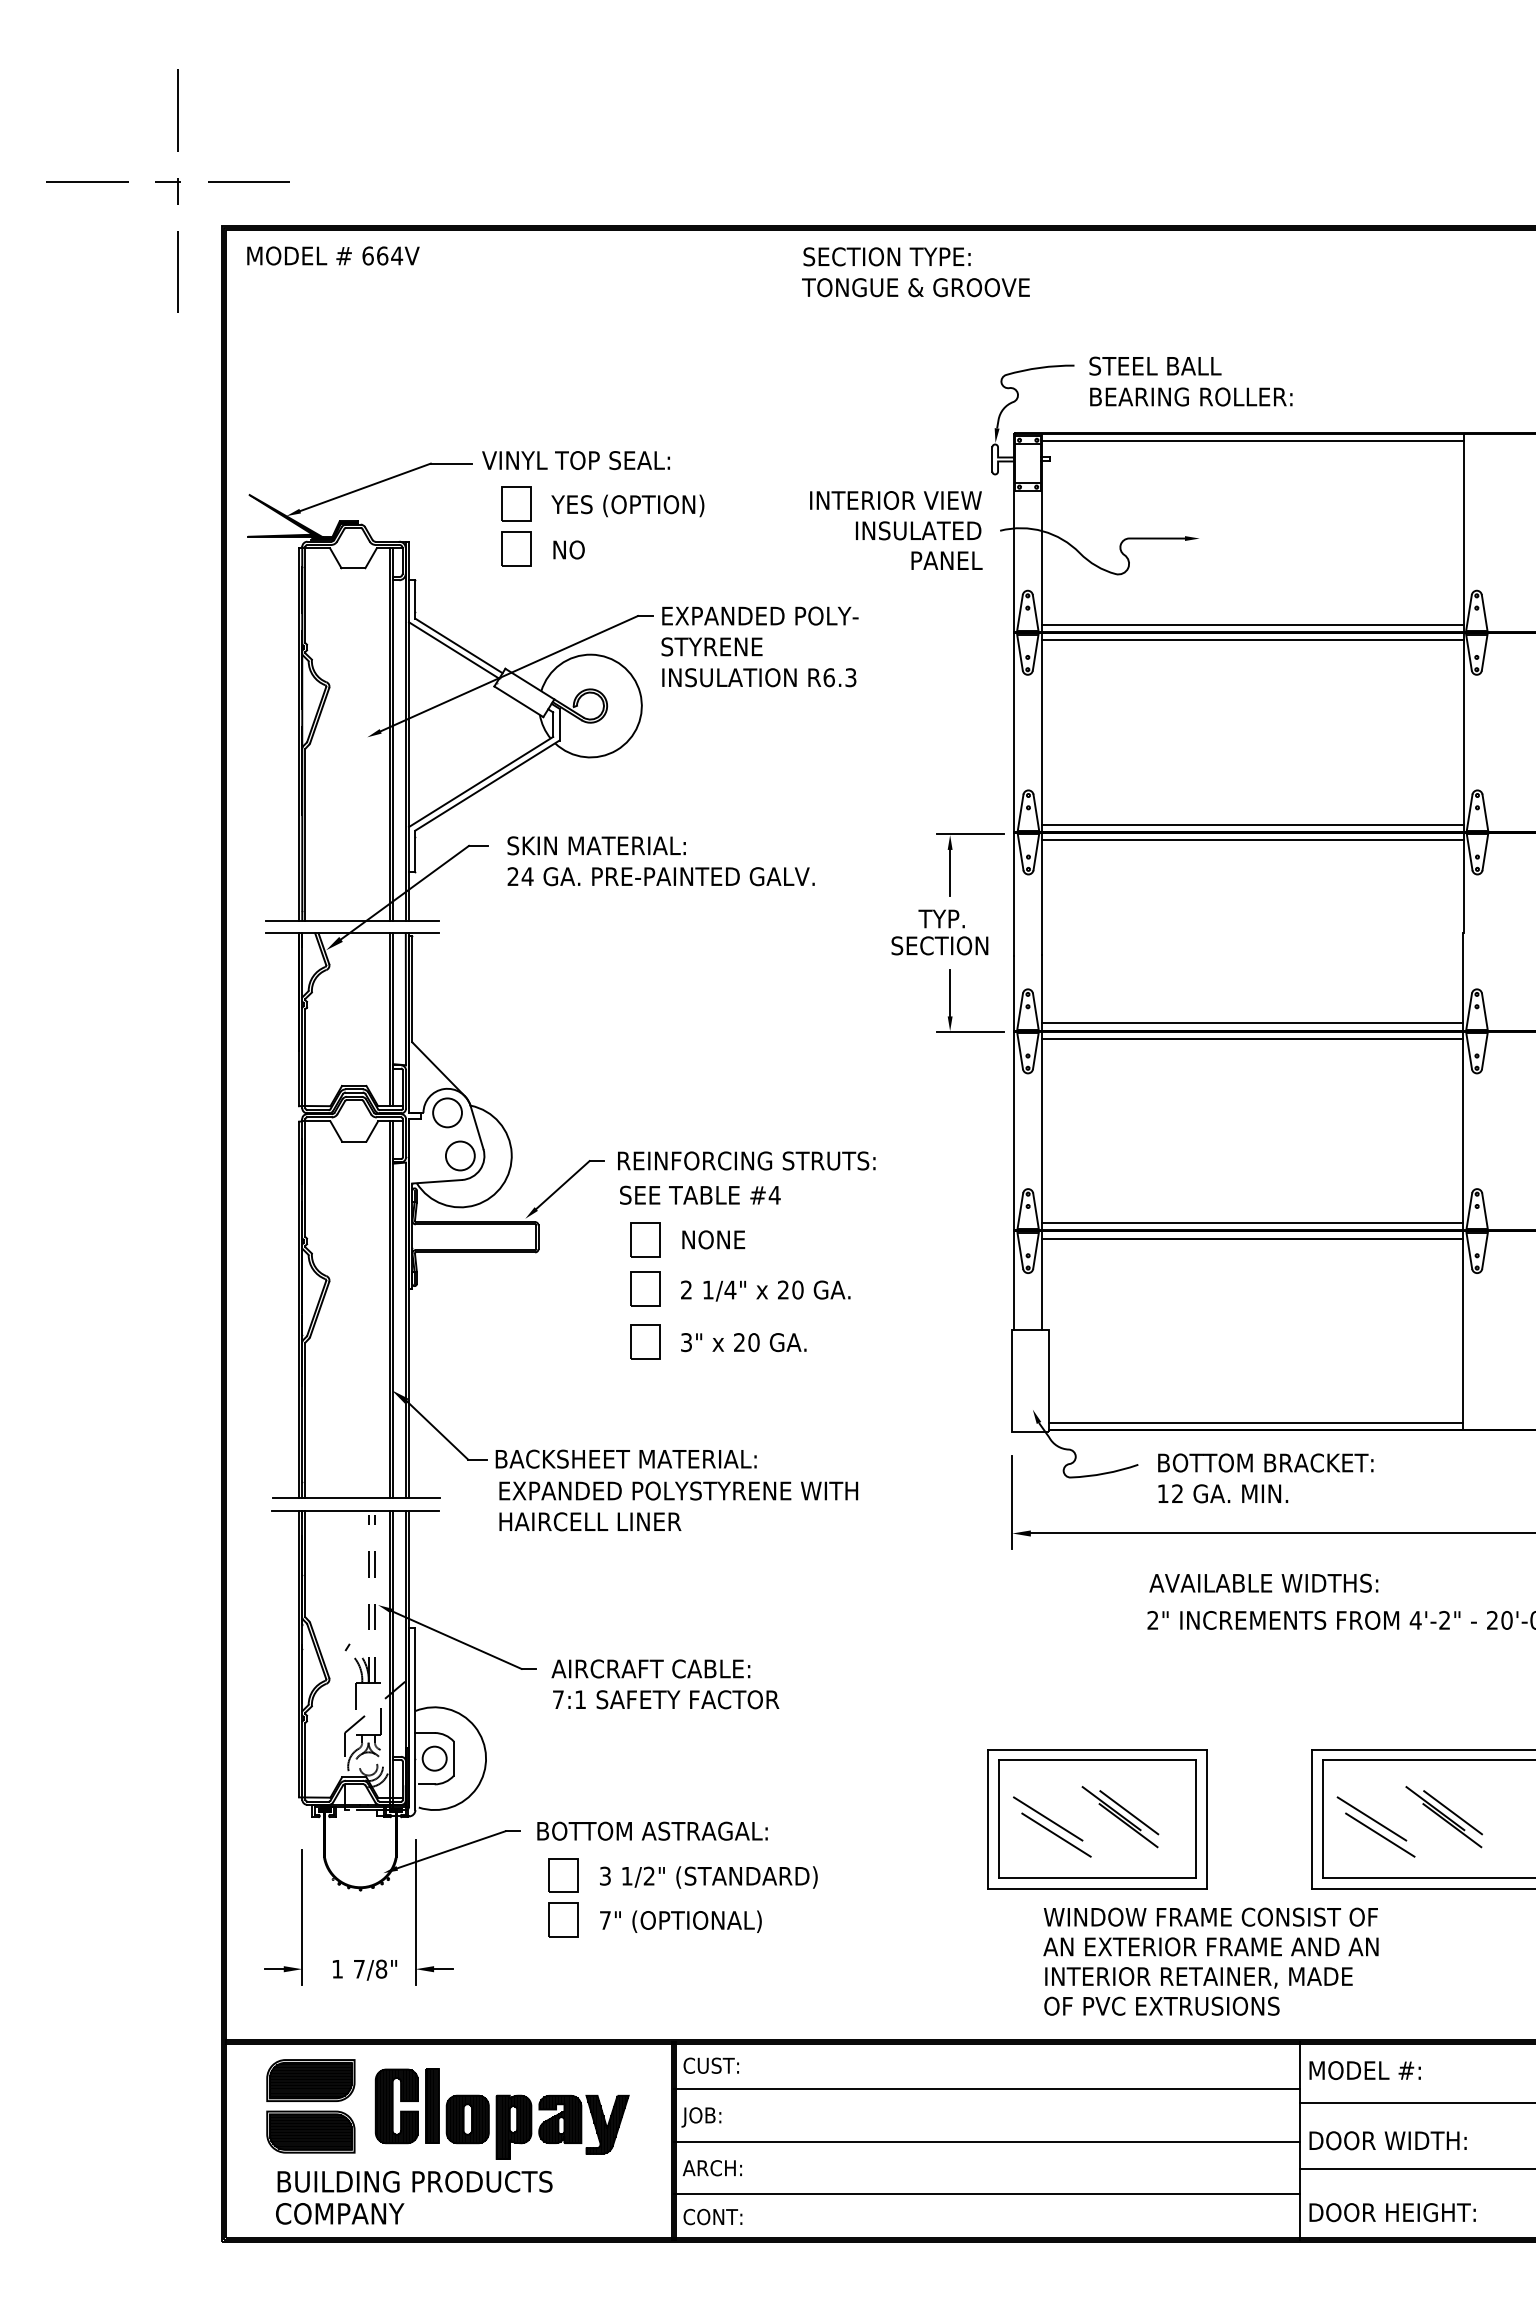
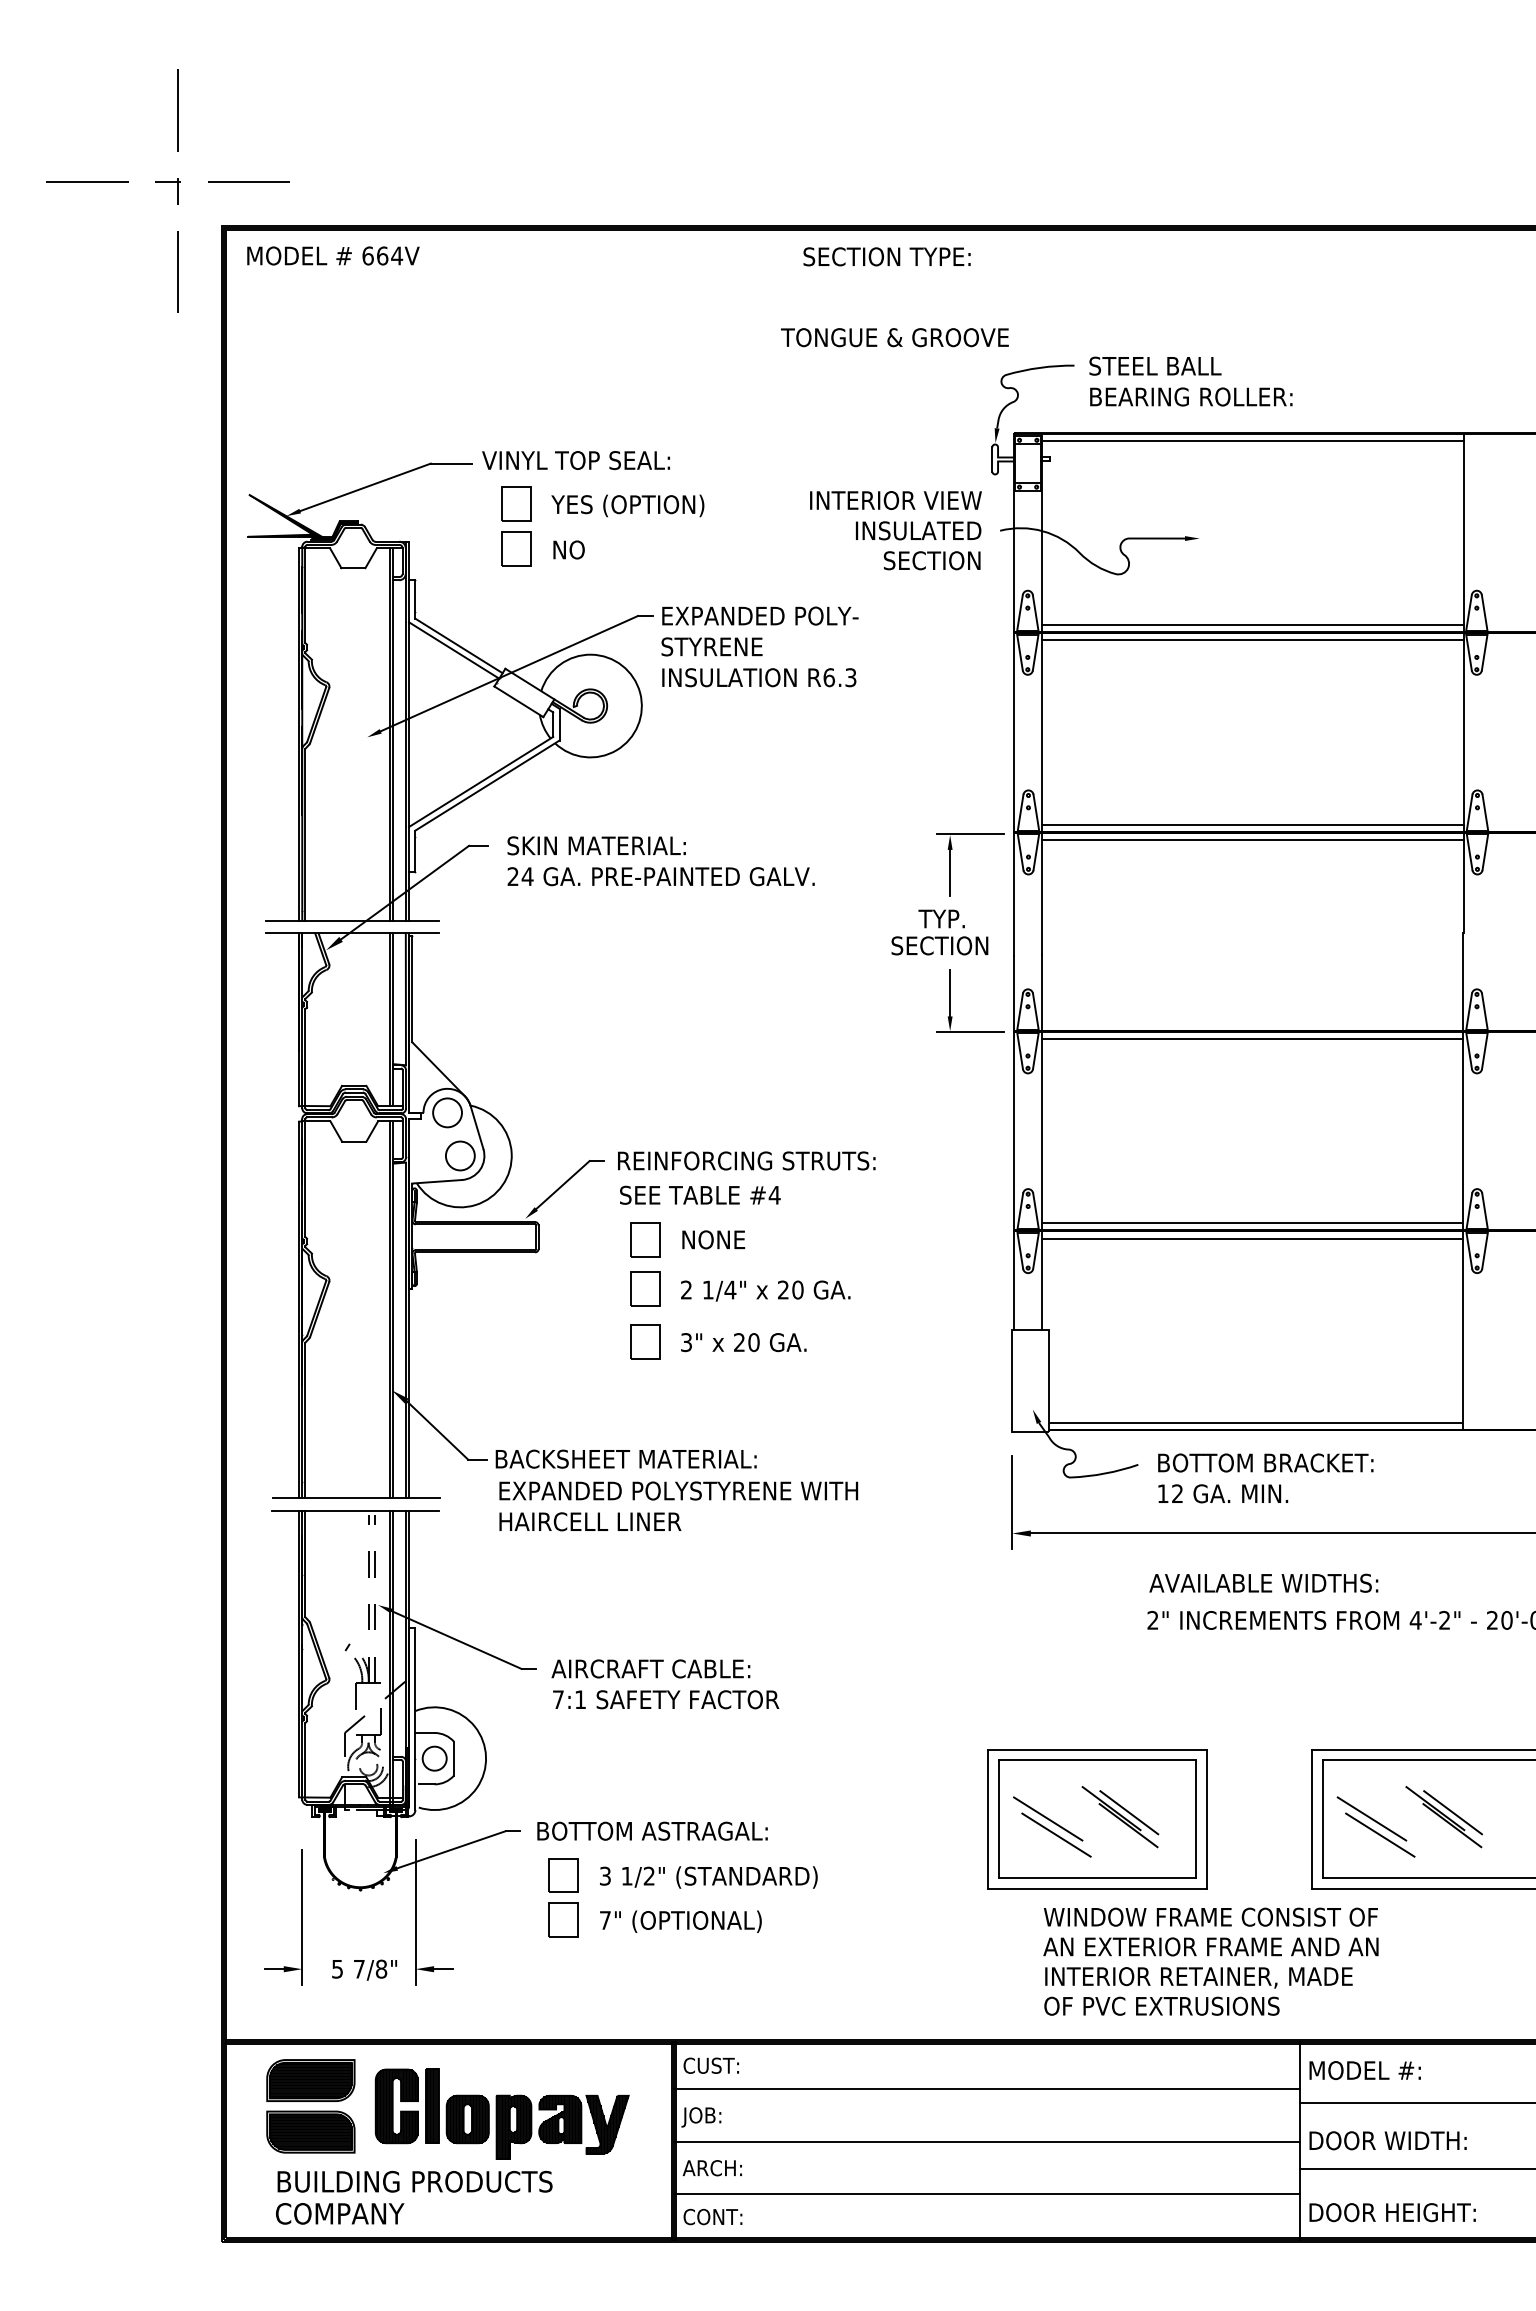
text at (915, 287) position: (915, 287) -> (894, 337)
text at (932, 560): PANEL -> SECTION
line at (1252, 1023): present -> none
text at (337, 1969): 1 -> 5
